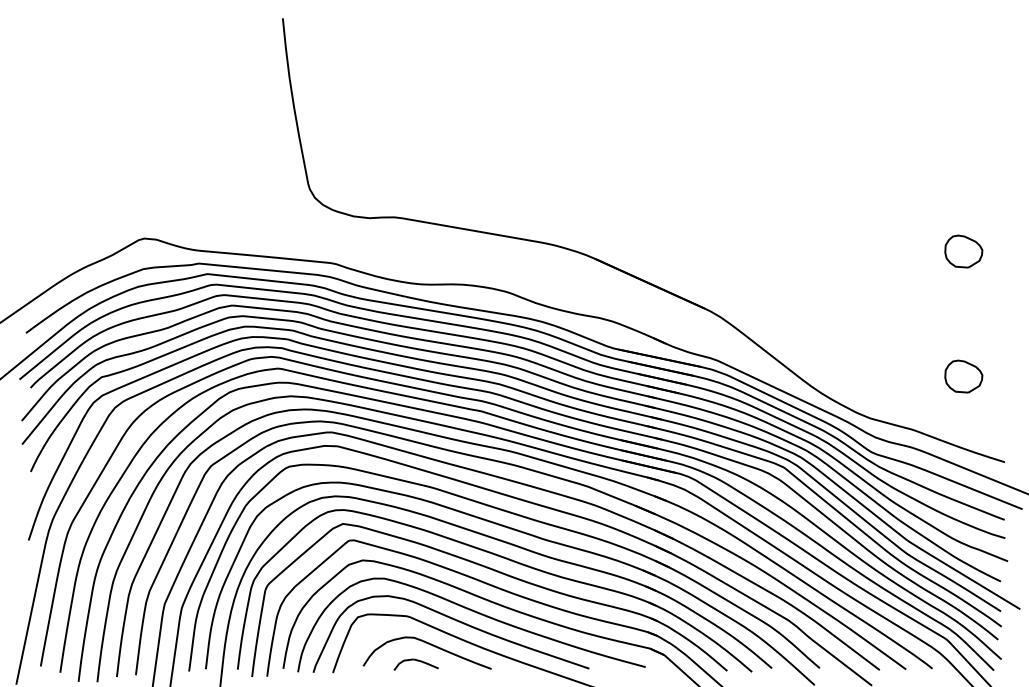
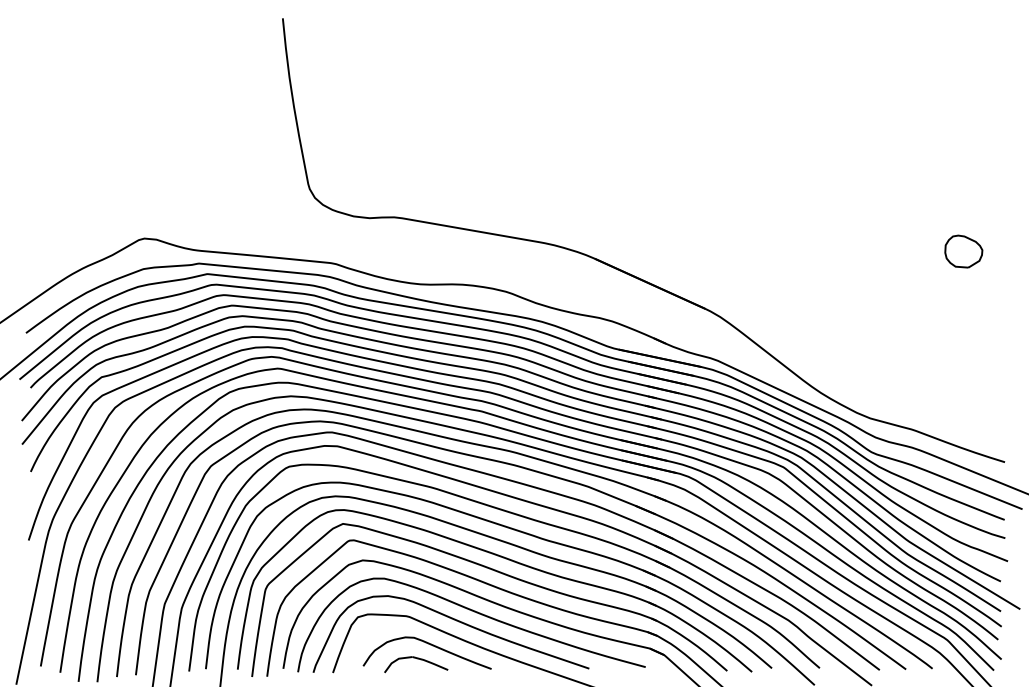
part at (963, 376): present -> none
part at (415, 664) size: 46x13 px -> 65x18 px
